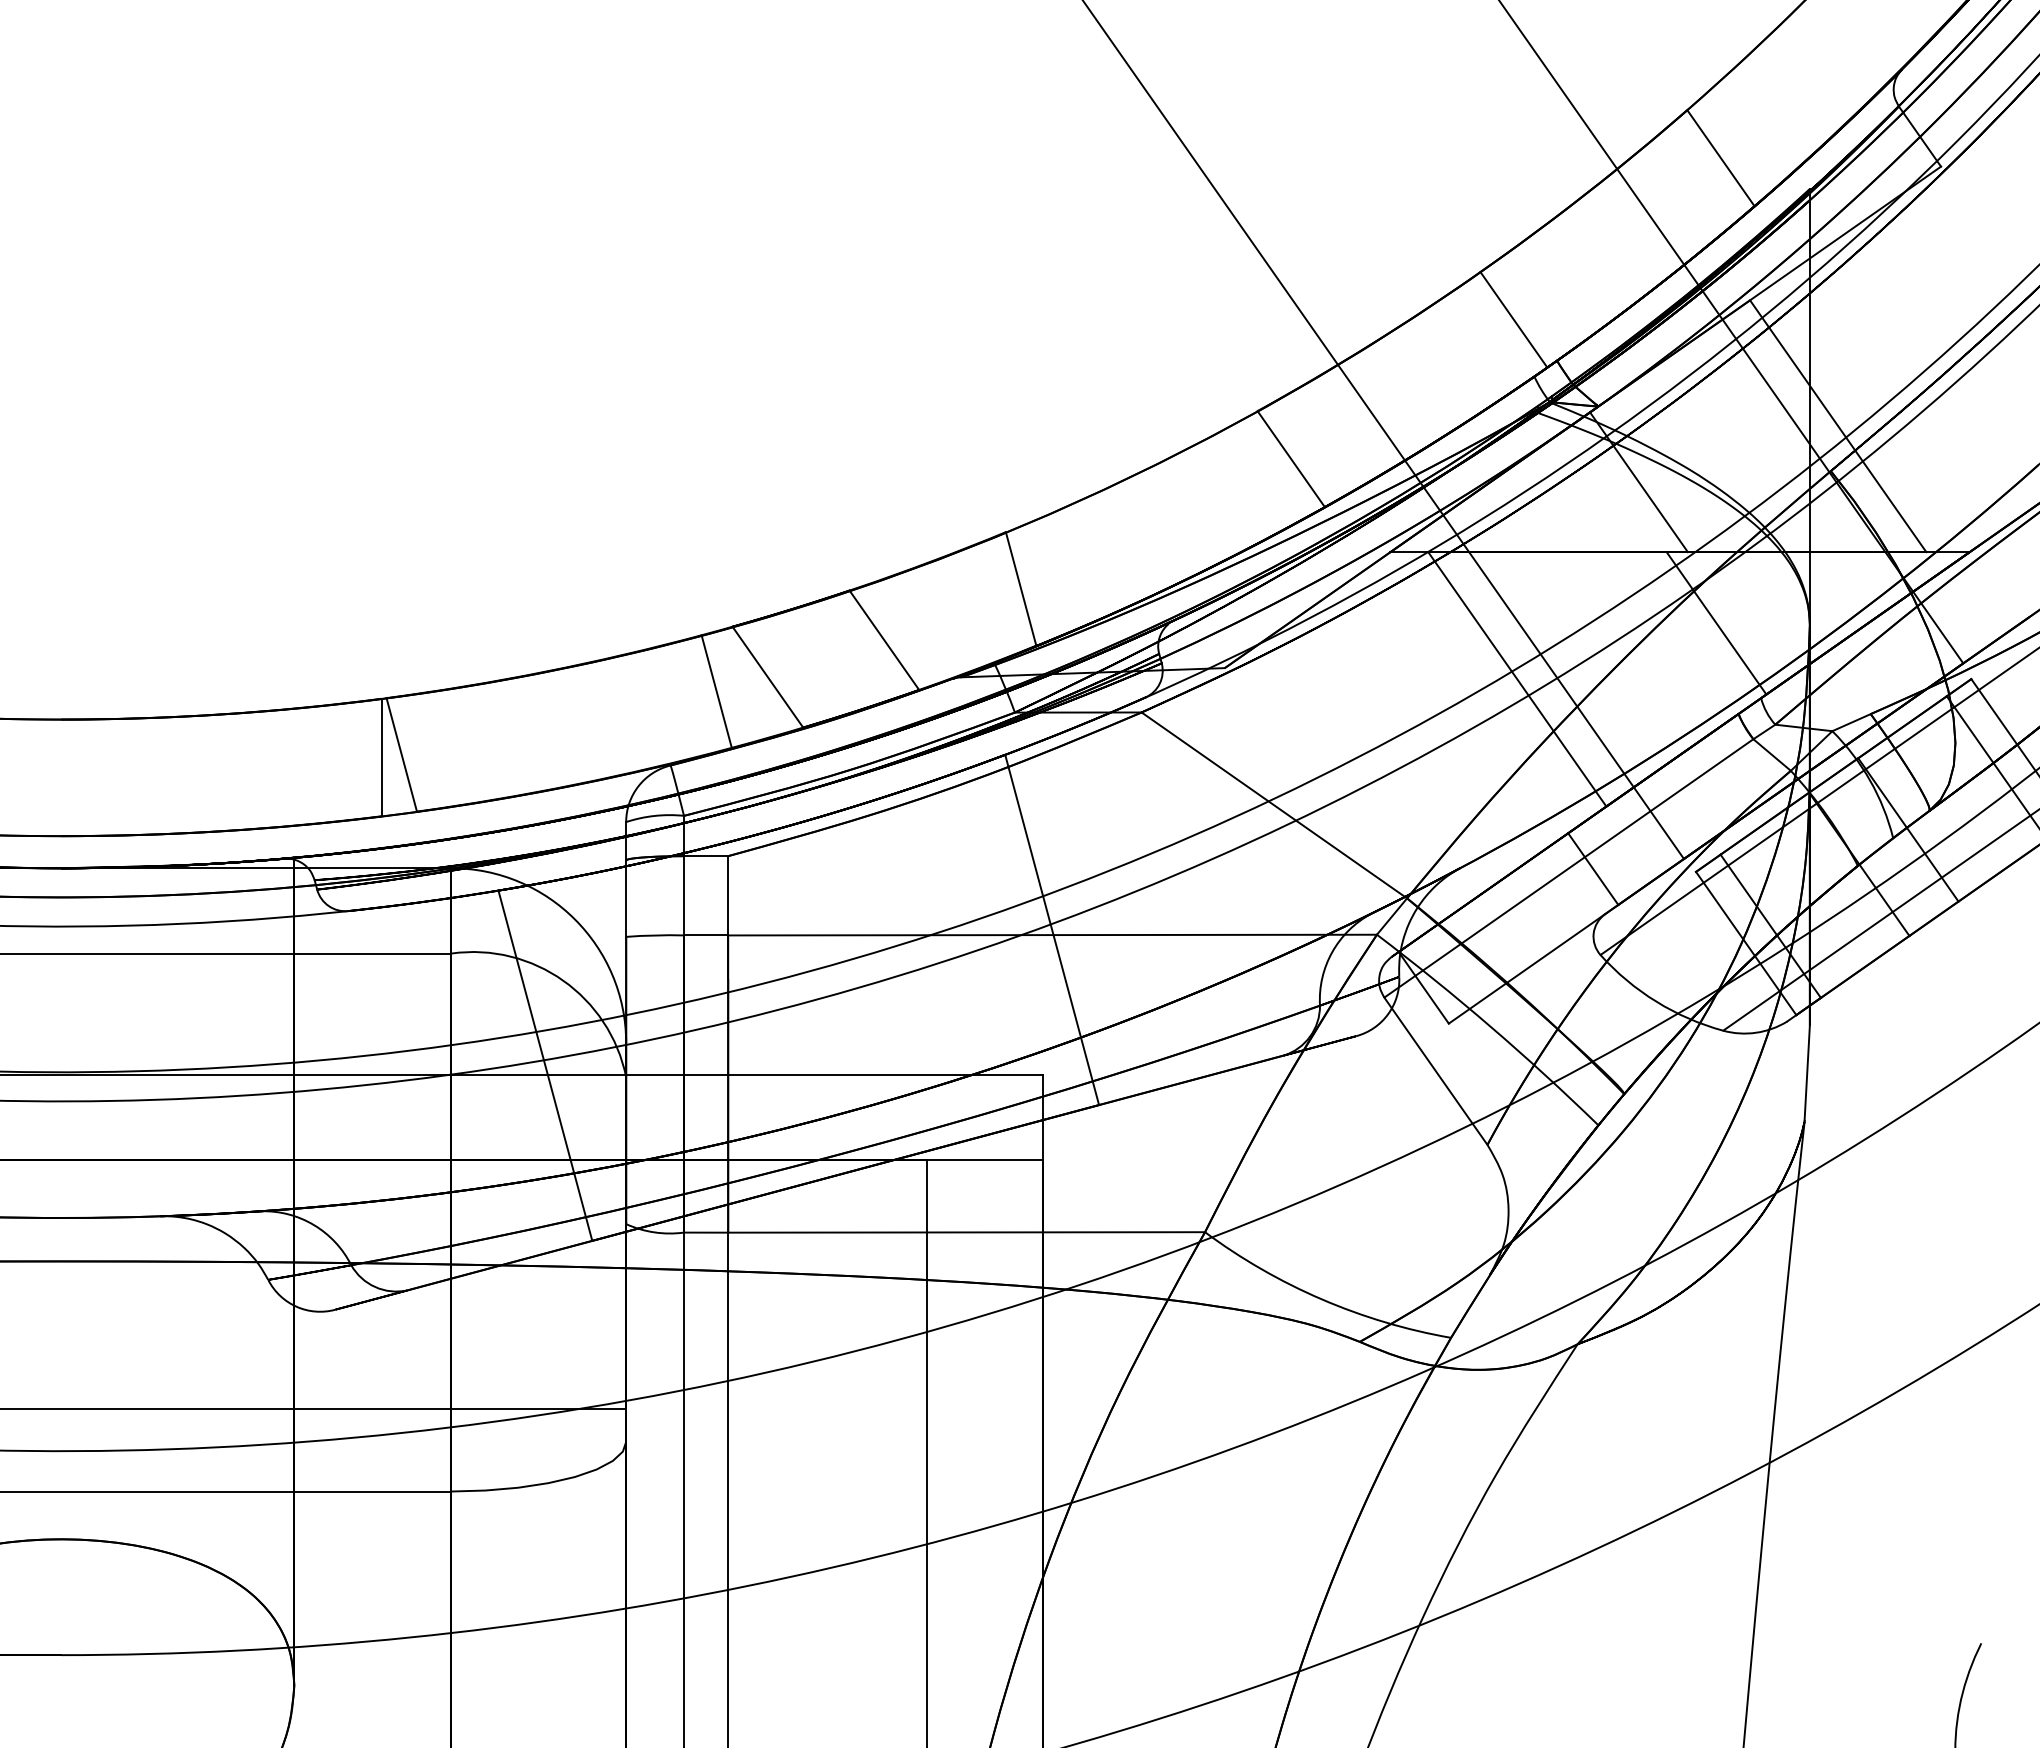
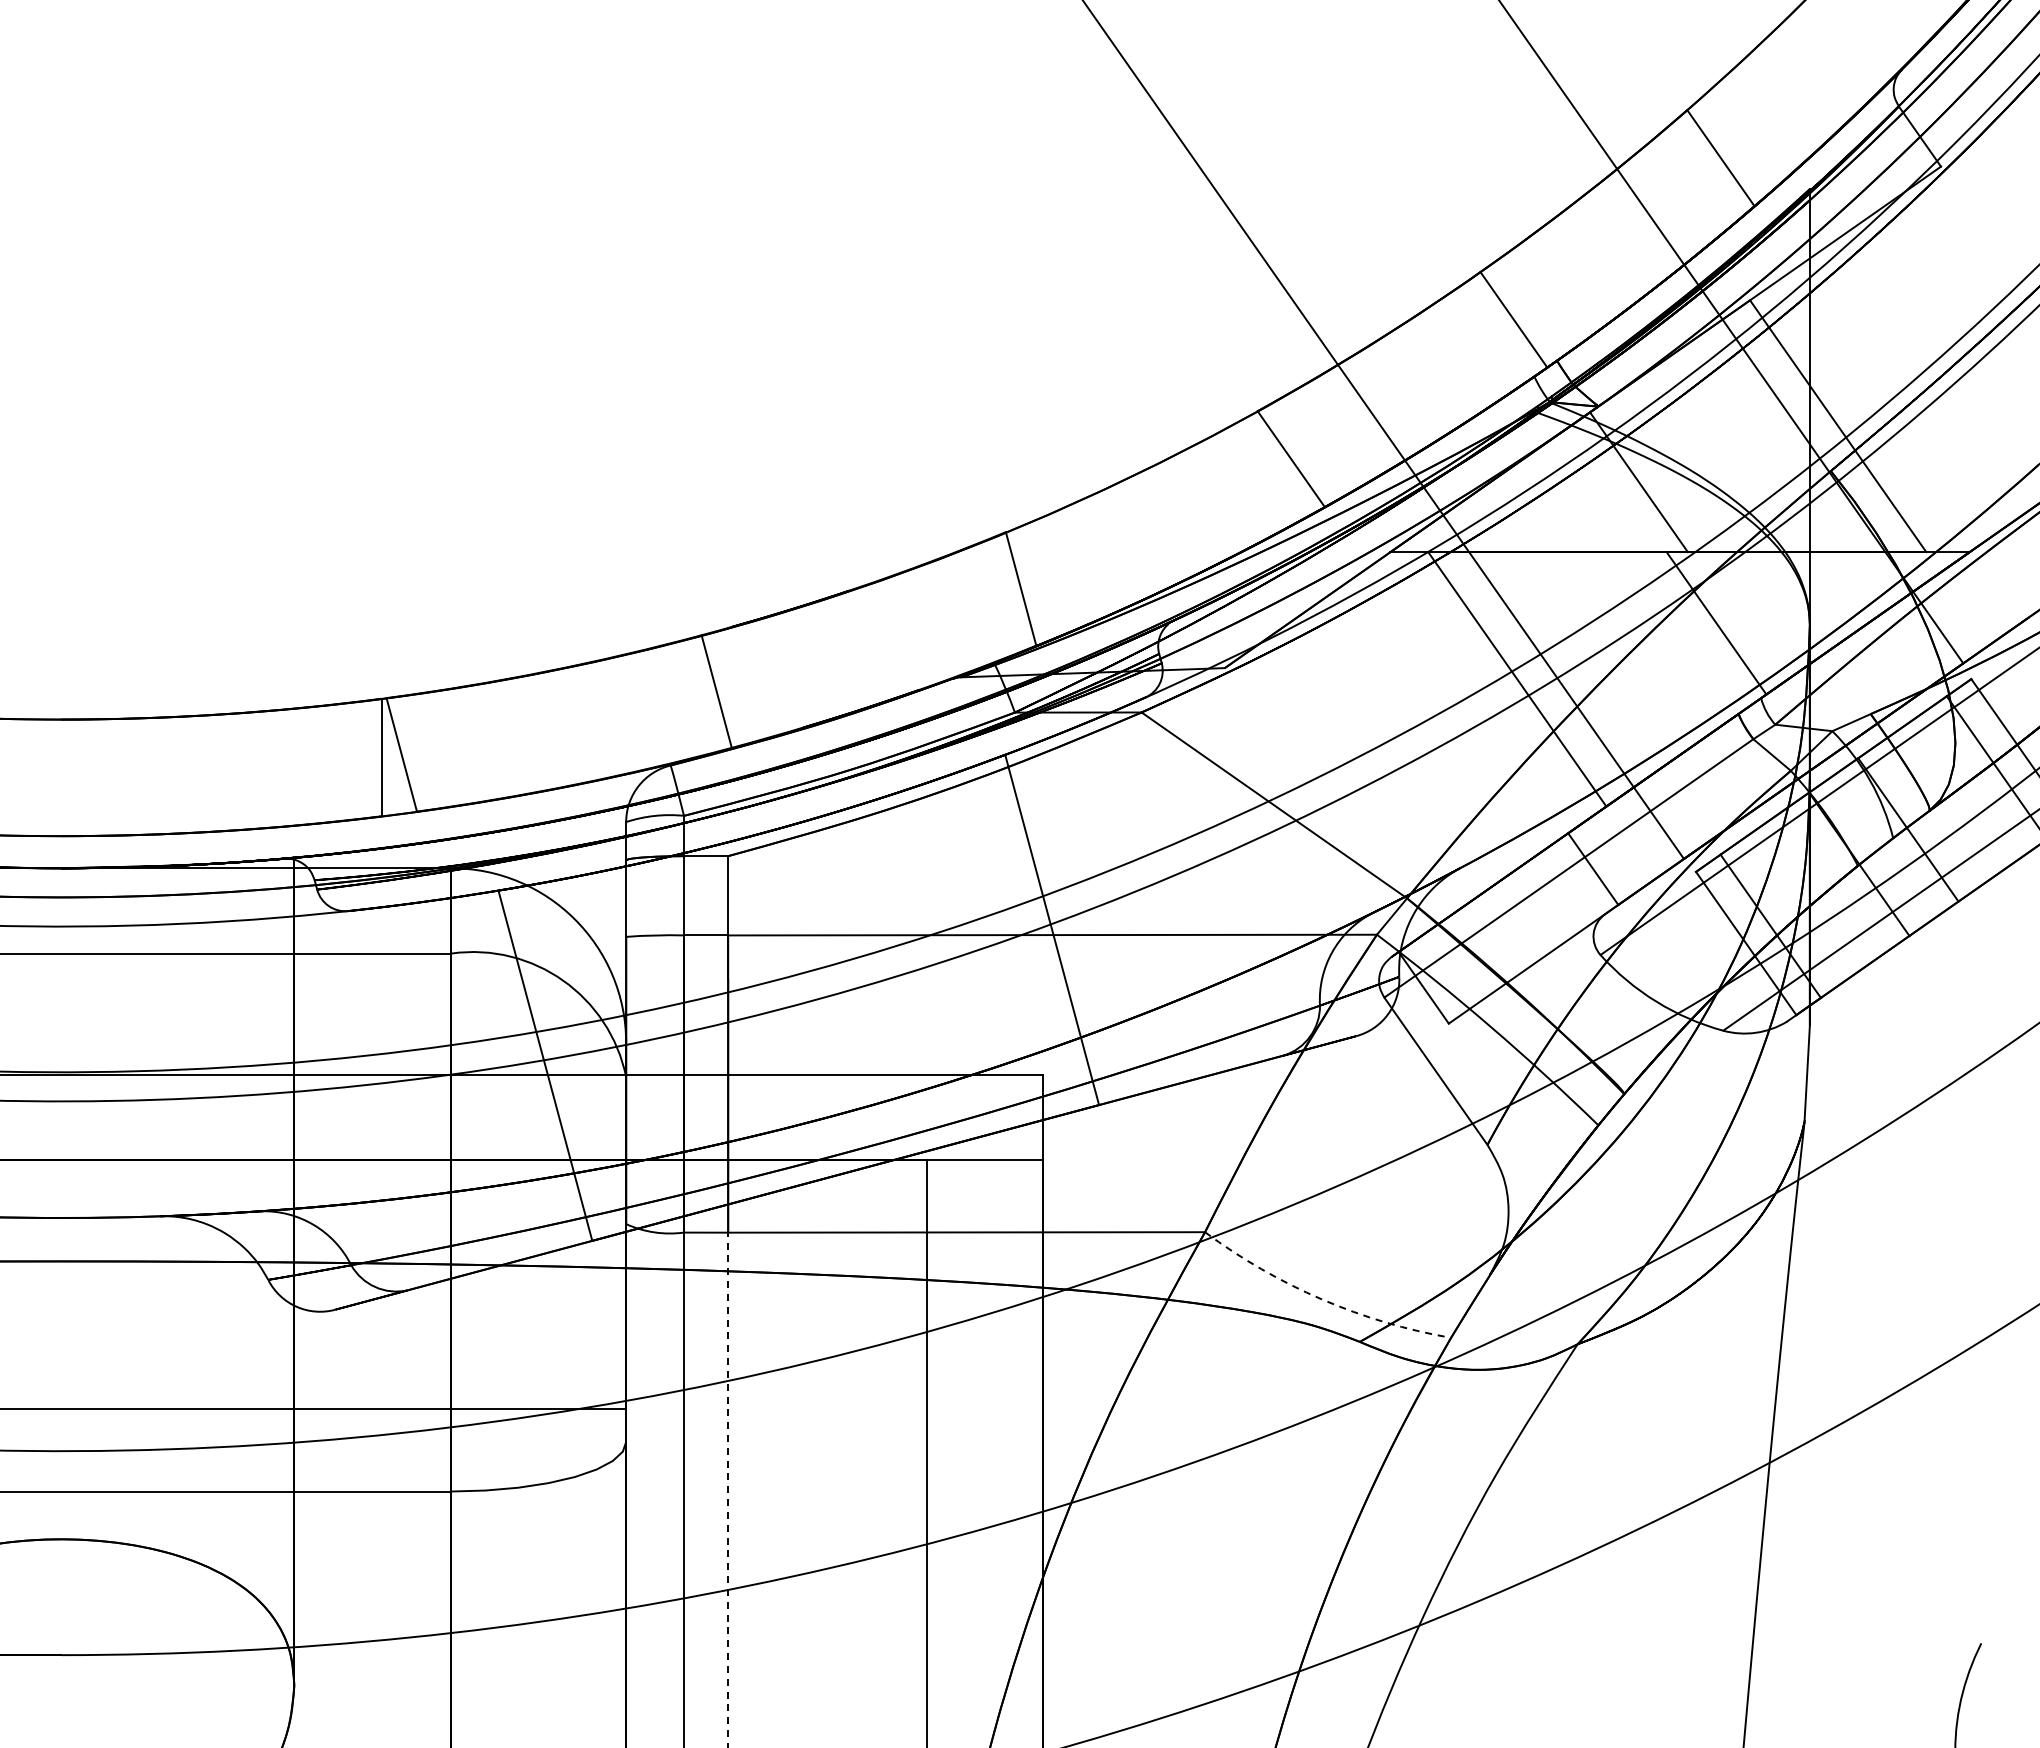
line at (884, 639): present -> none
line at (767, 676): present -> none
arc at (1321, 1299): solid -> dashed
line at (728, 1489): solid -> dashed
